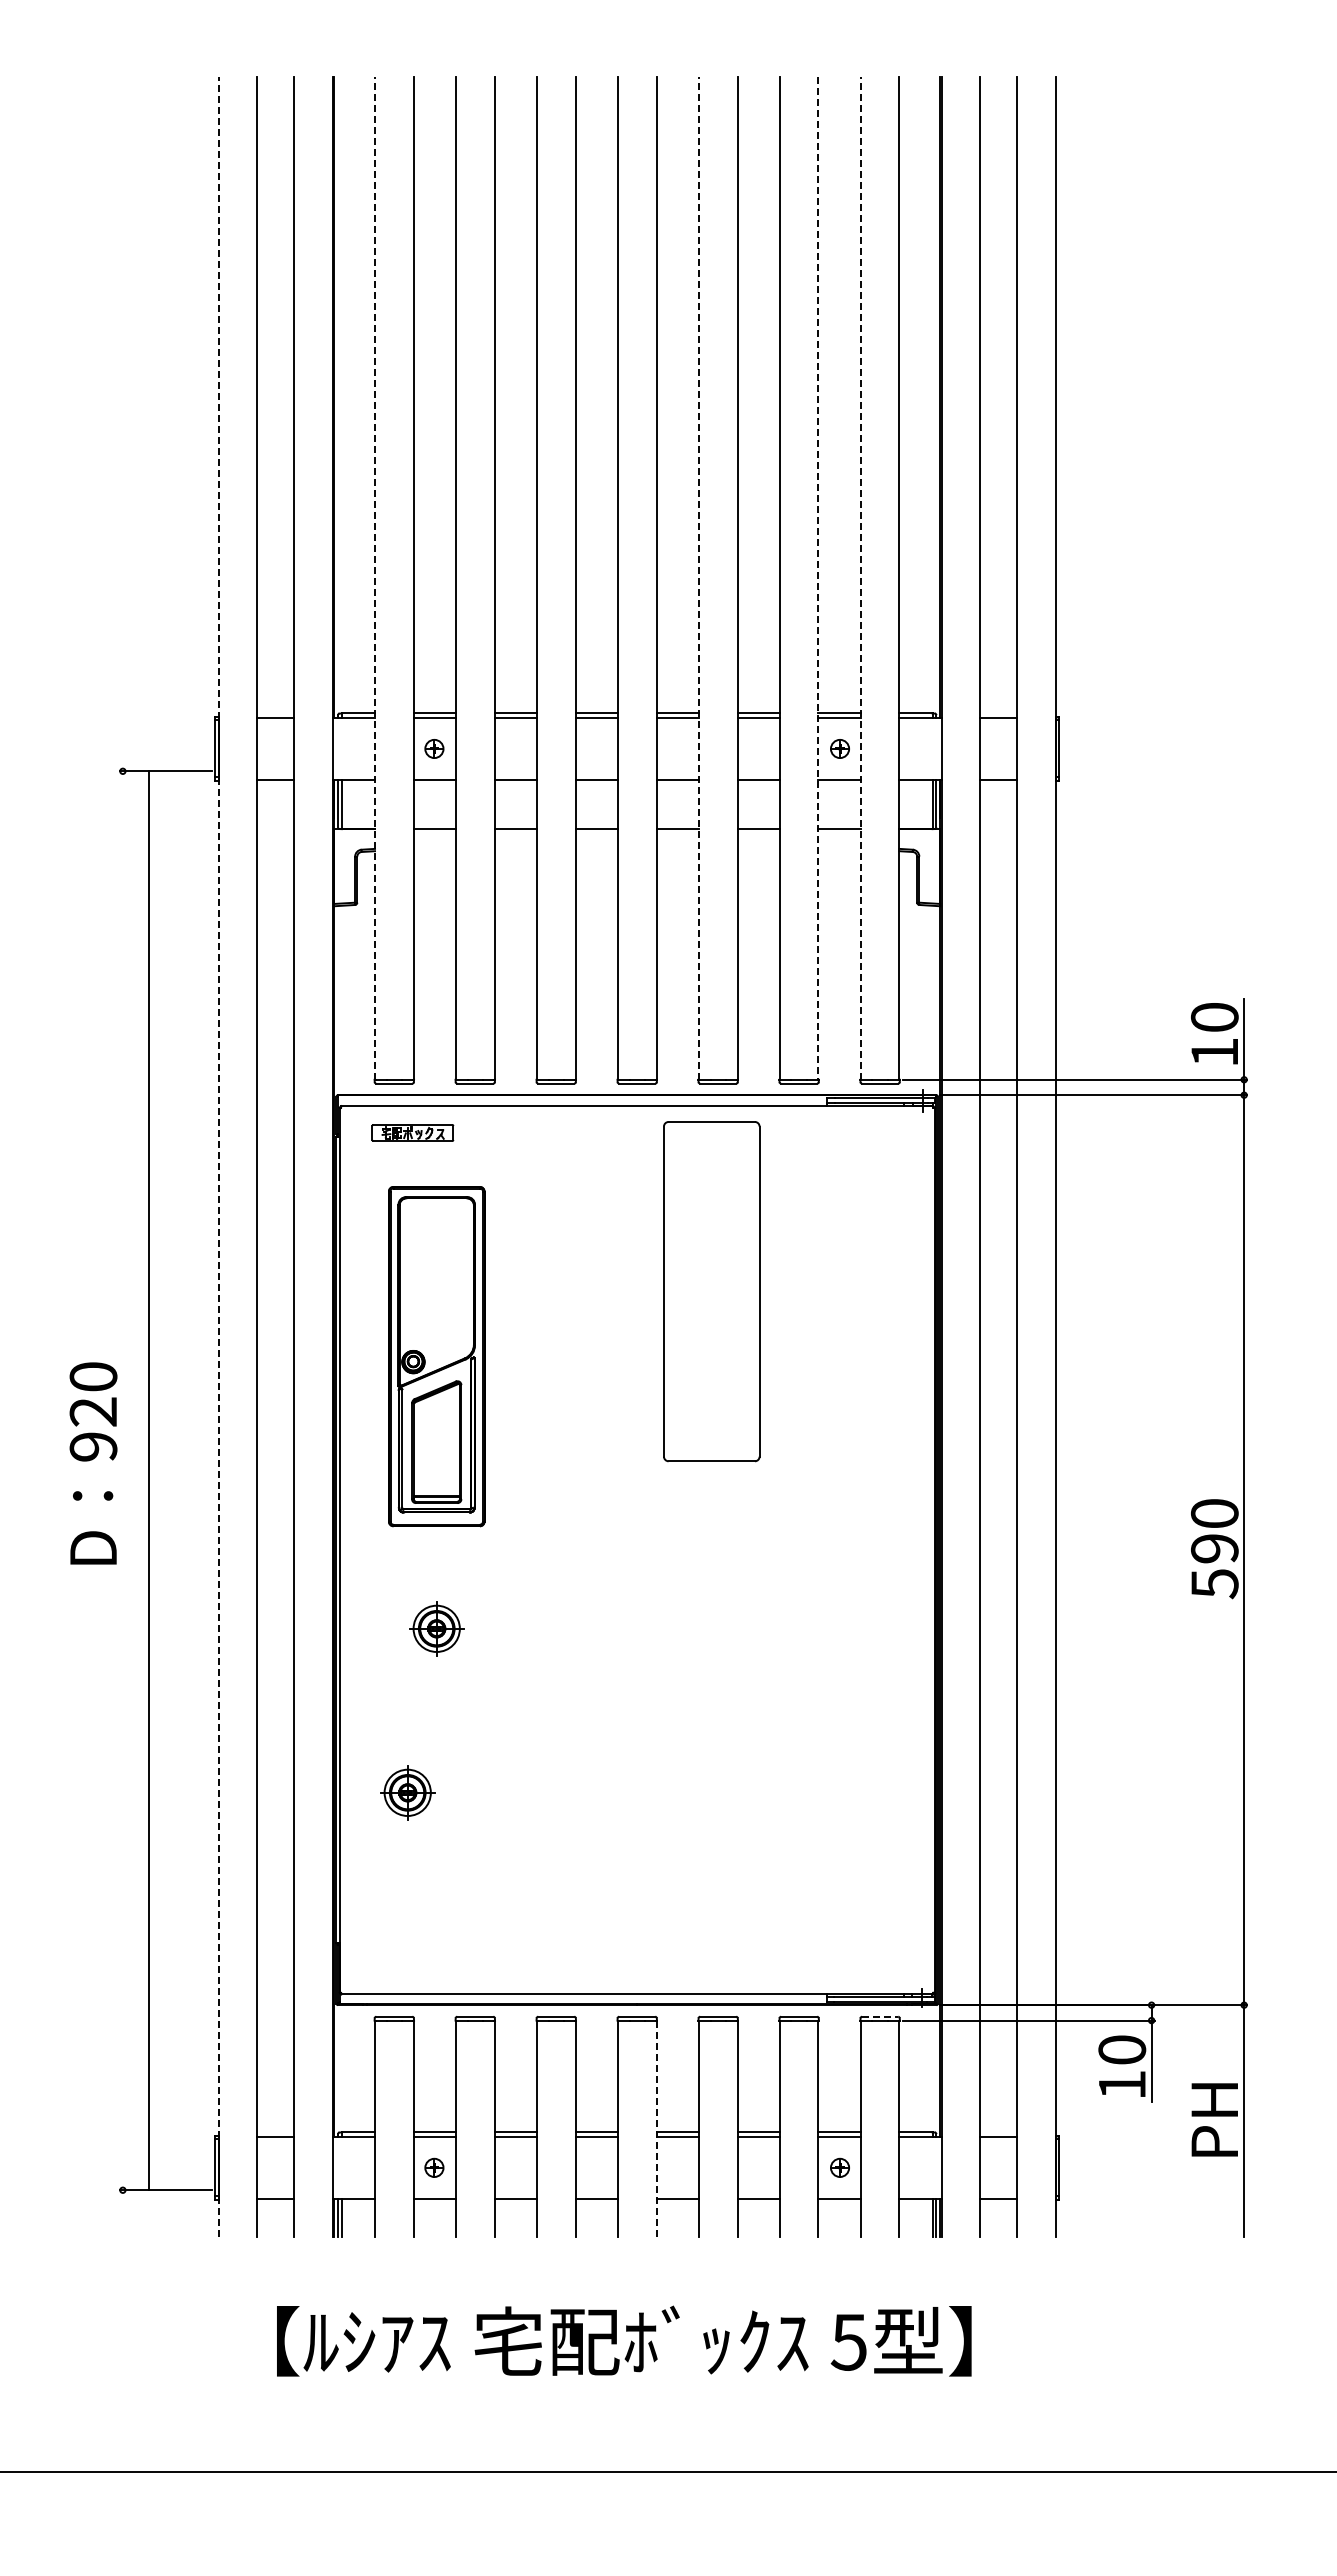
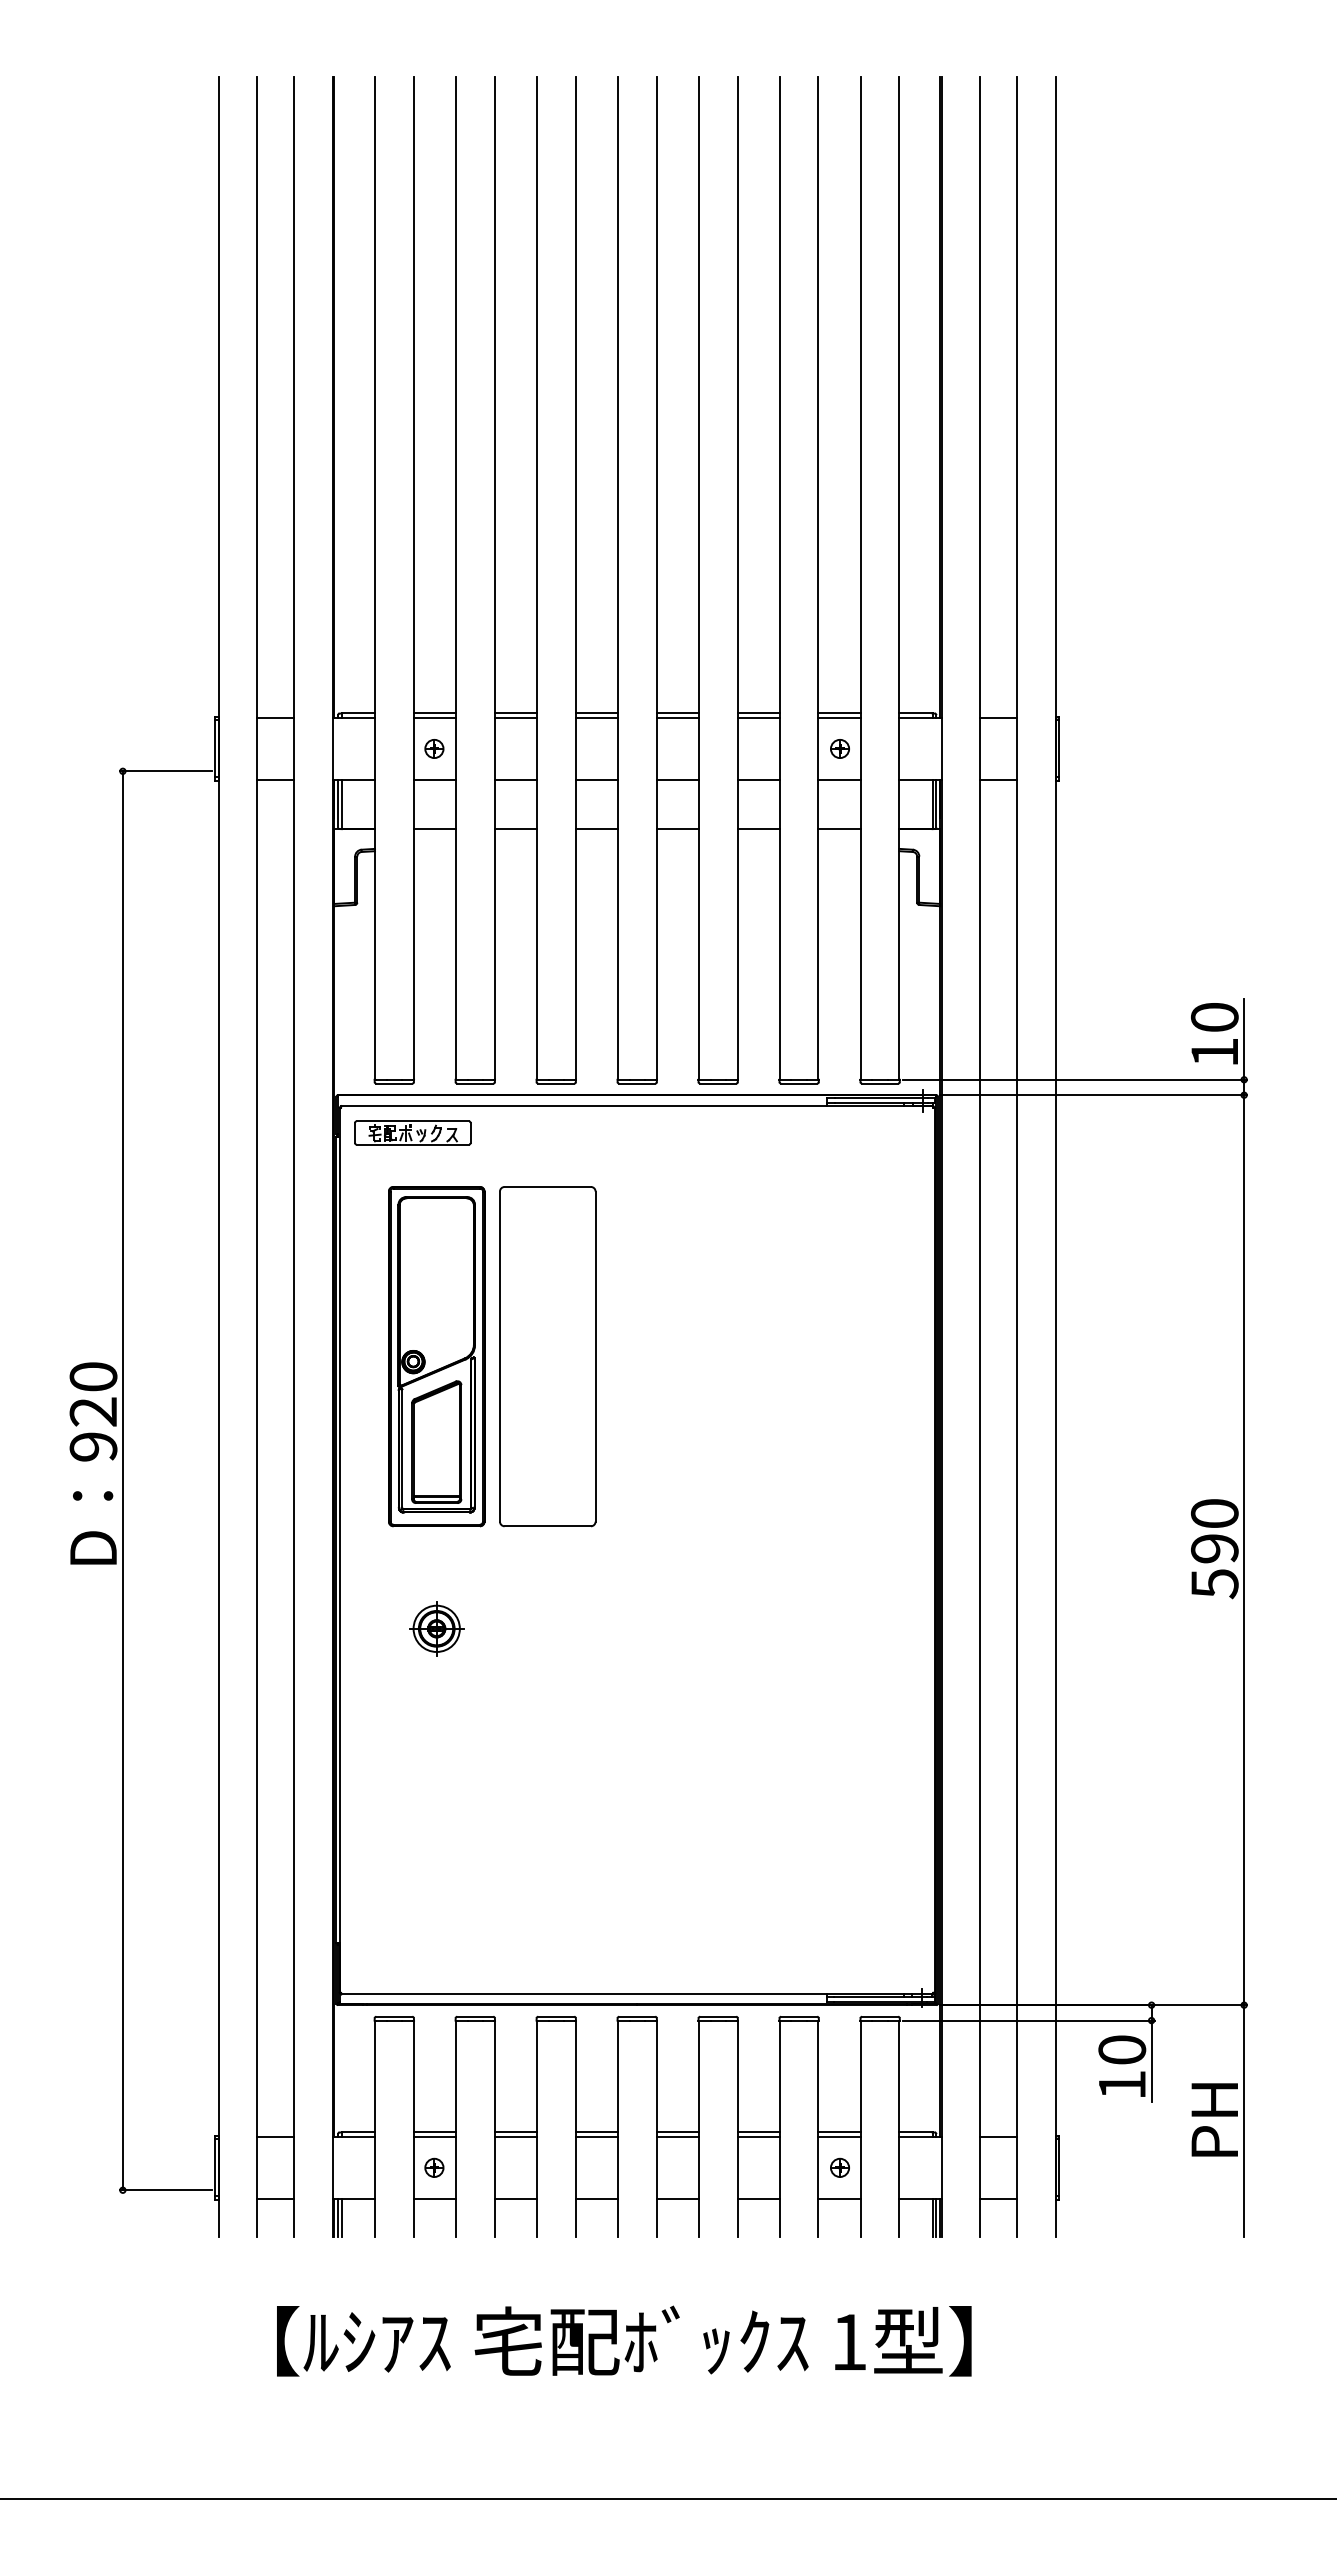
line at (375, 578): dashed -> solid
line at (698, 578): dashed -> solid
line at (860, 578): dashed -> solid
line at (818, 579): dashed -> solid
part at (412, 1132) size: 84x18 px -> 118x26 px
line at (218, 1156): dashed -> solid
part at (711, 1291) position: (711, 1291) -> (547, 1356)
line at (148, 1480) position: (148, 1480) -> (122, 1480)
part at (407, 1792): present -> none
line at (880, 2016): dashed -> solid
line at (656, 2128): dashed -> solid
text at (848, 2342): 5 -> 1
line at (667, 2471) position: (667, 2471) -> (667, 2498)
